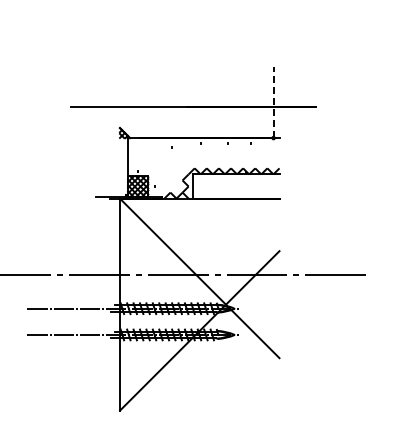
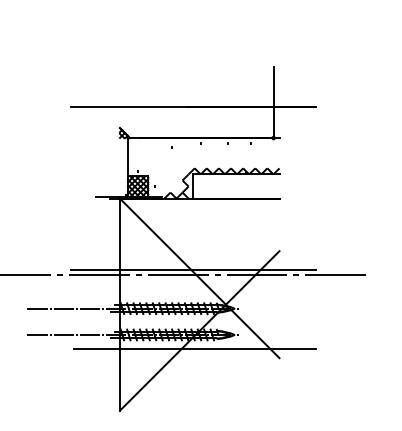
line at (273, 102): dashed -> solid
line at (192, 270): none -> present
line at (194, 349): none -> present
